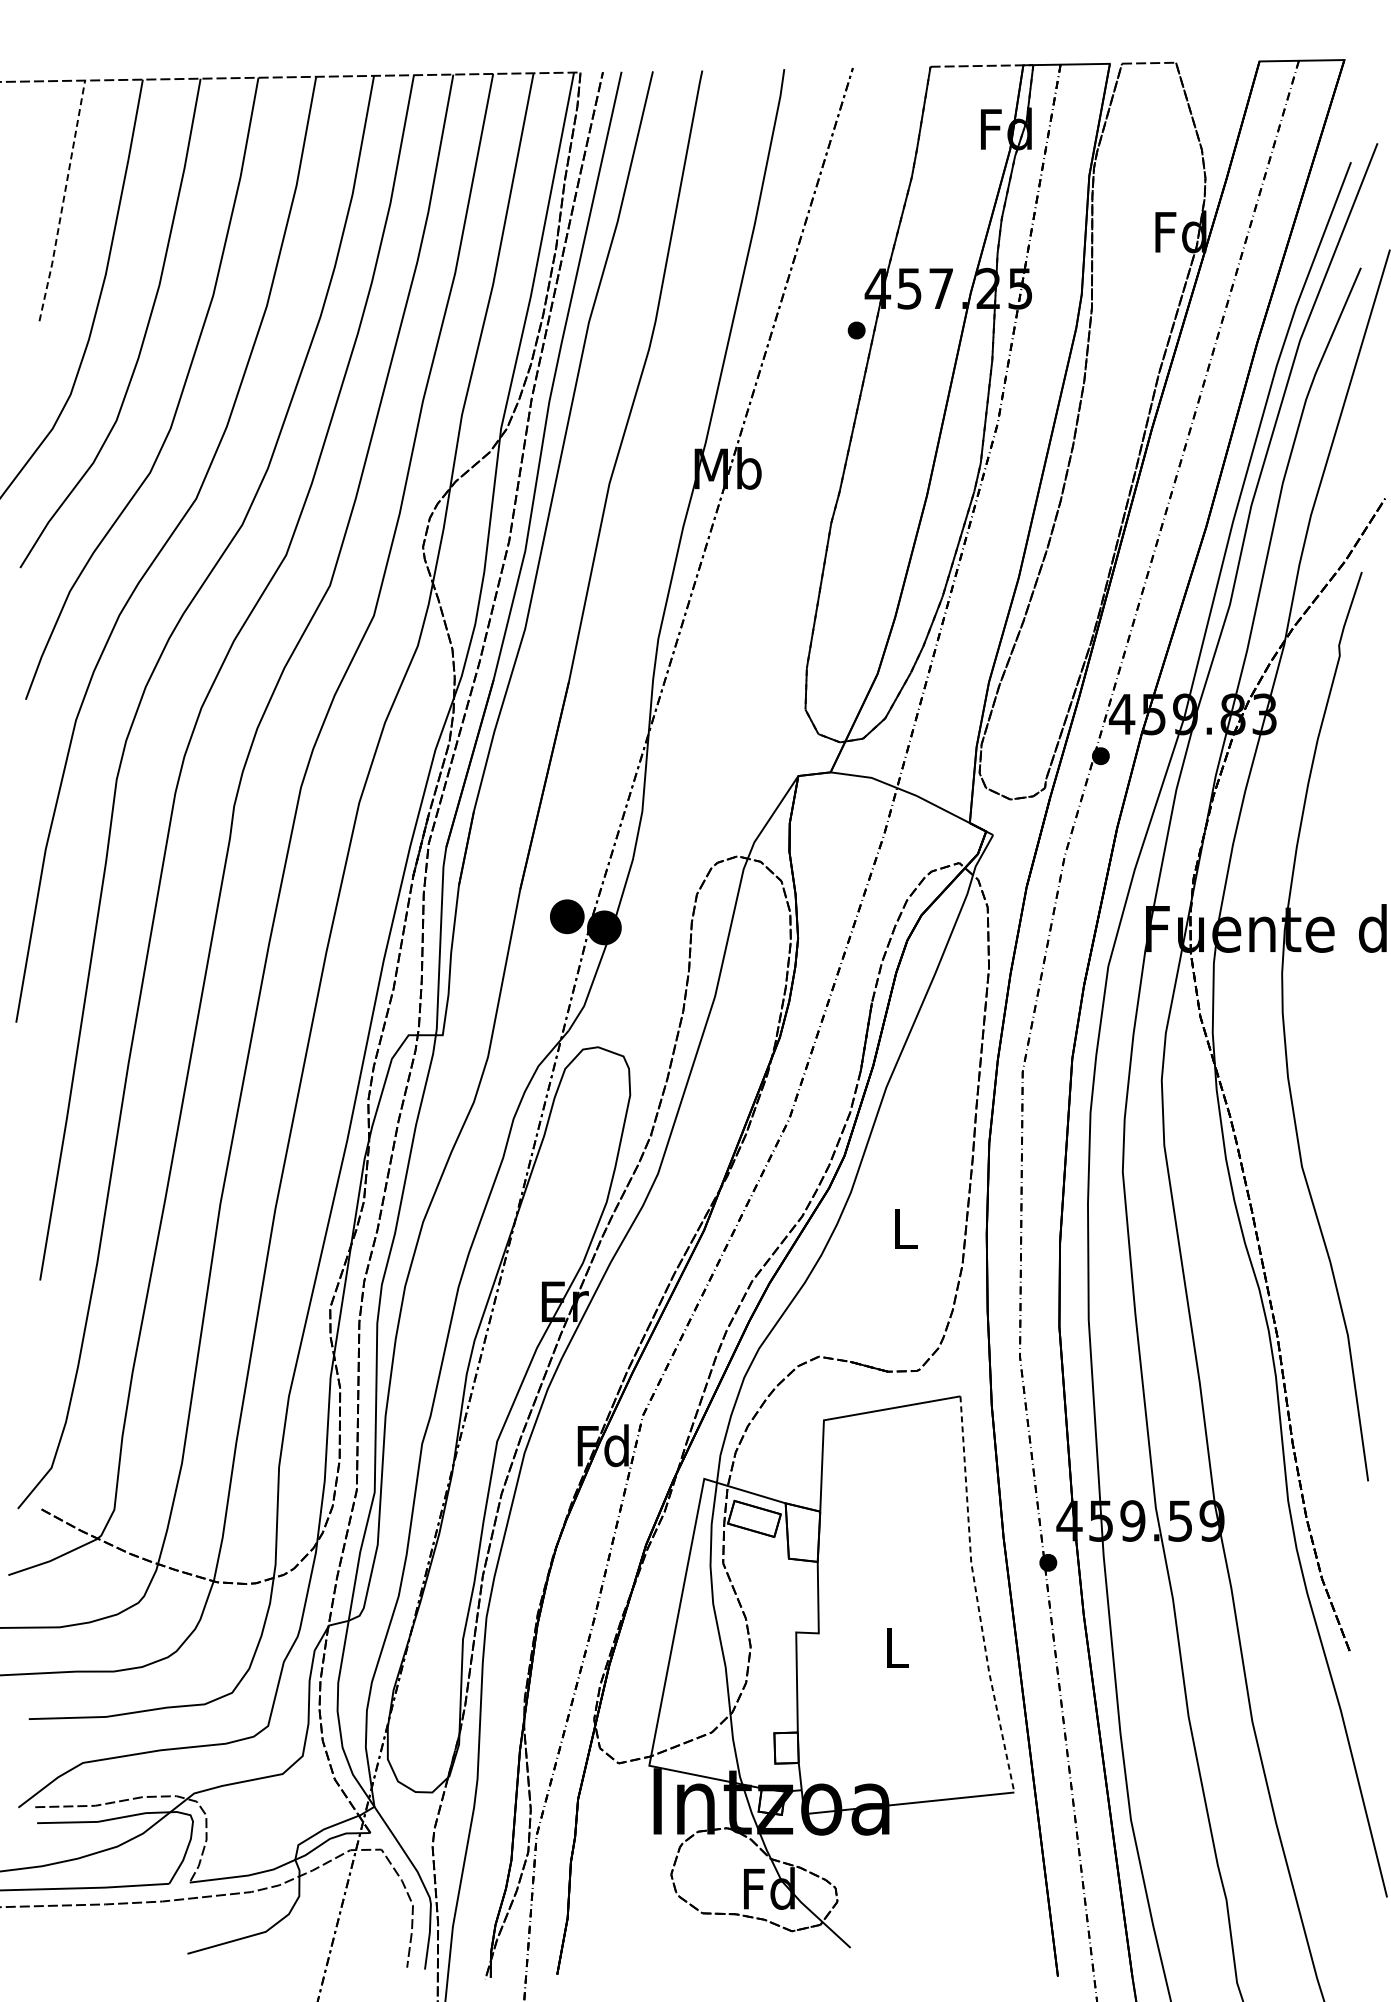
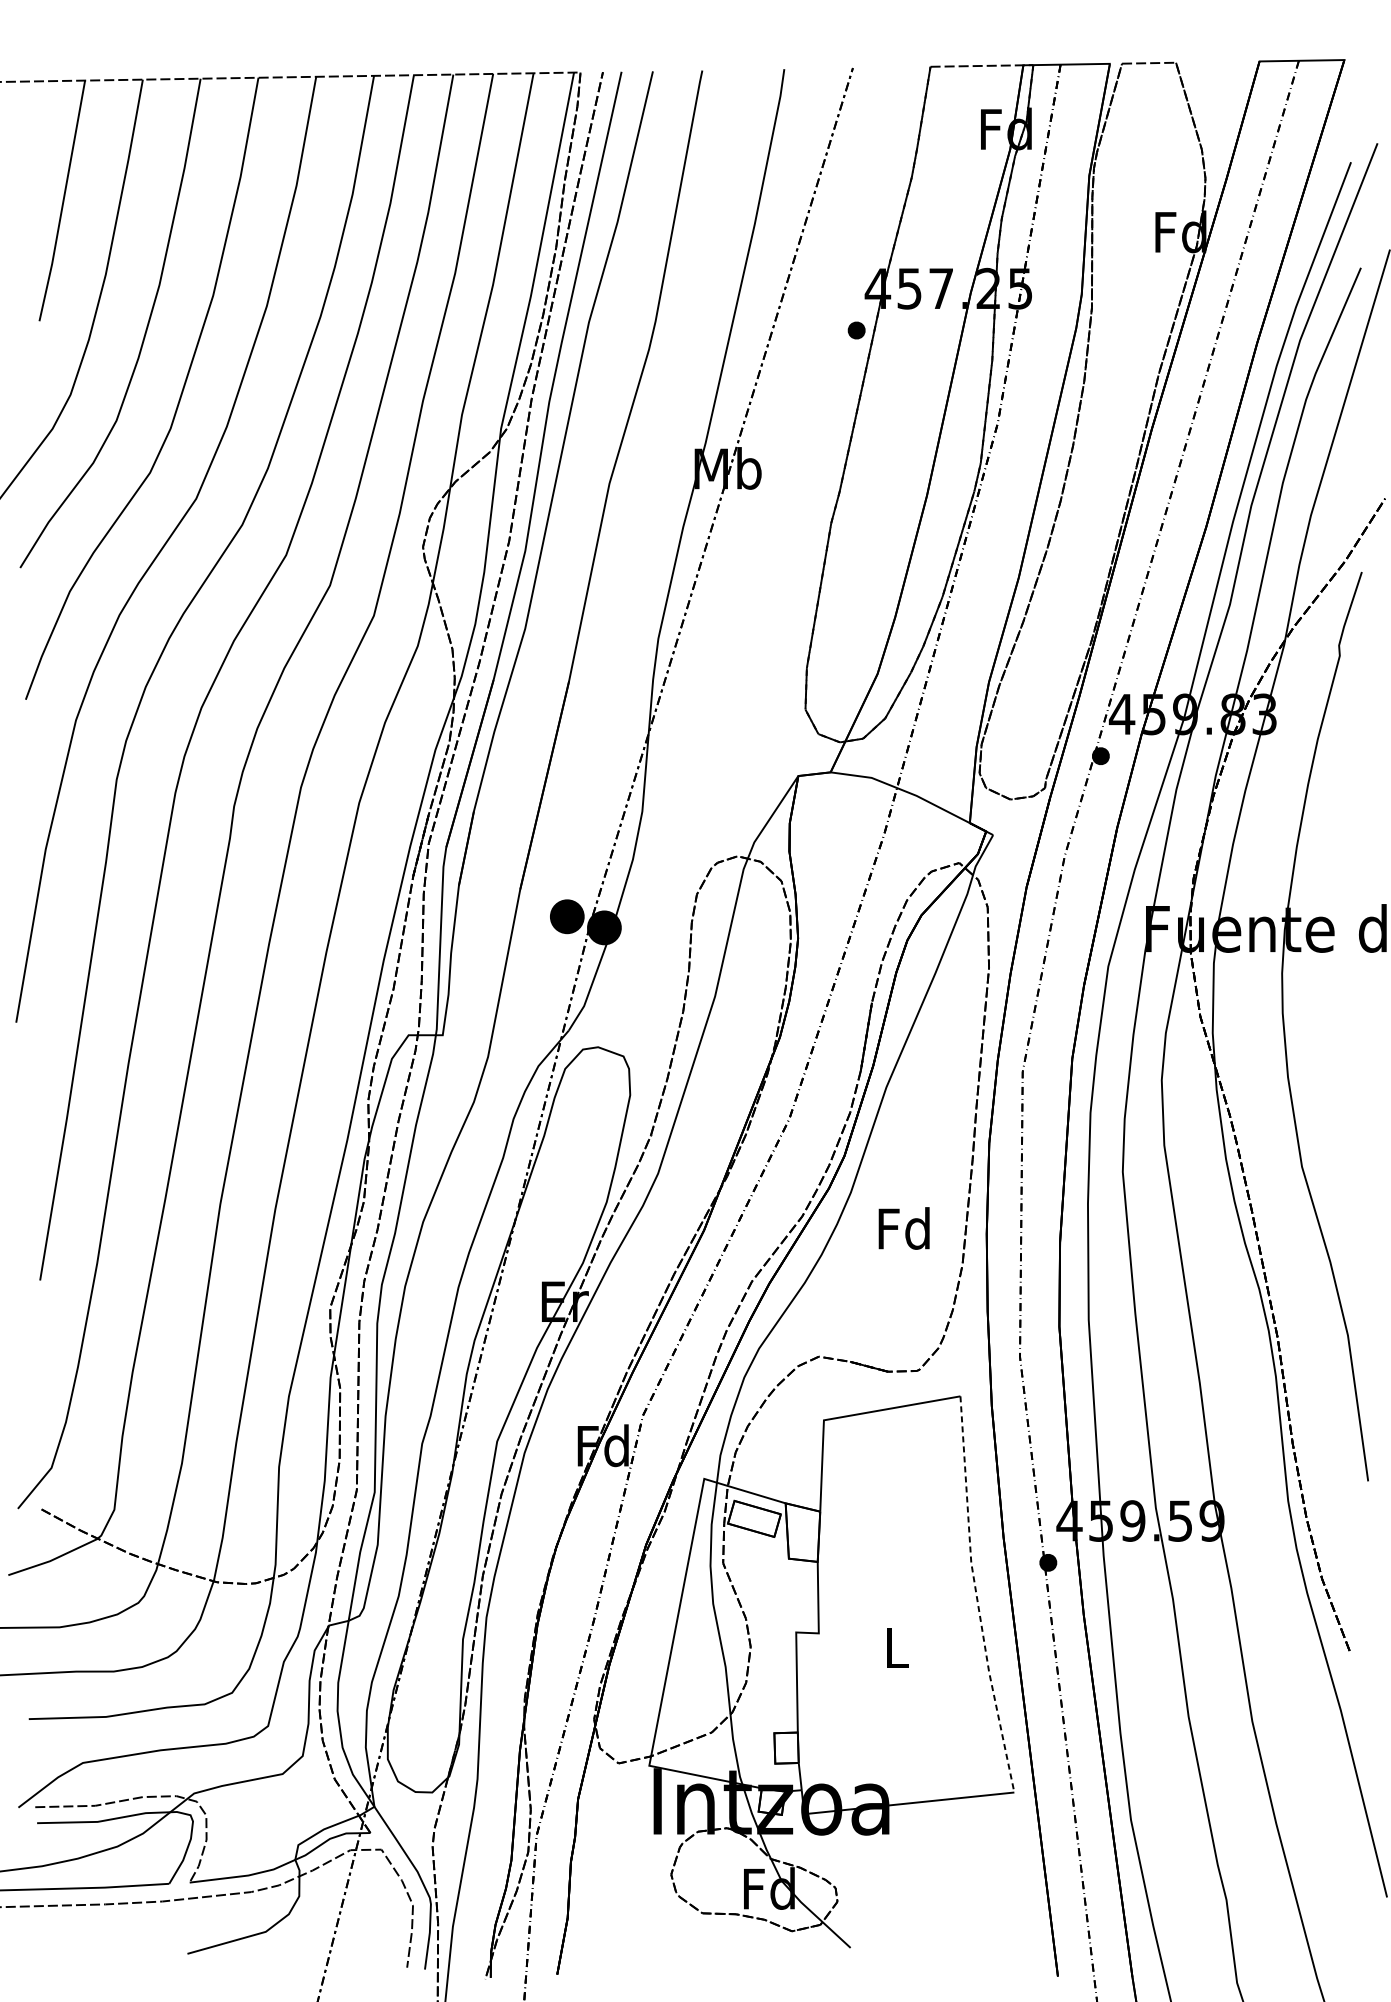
line at (63, 201): dashed -> solid
text at (903, 1228): L -> Fd
